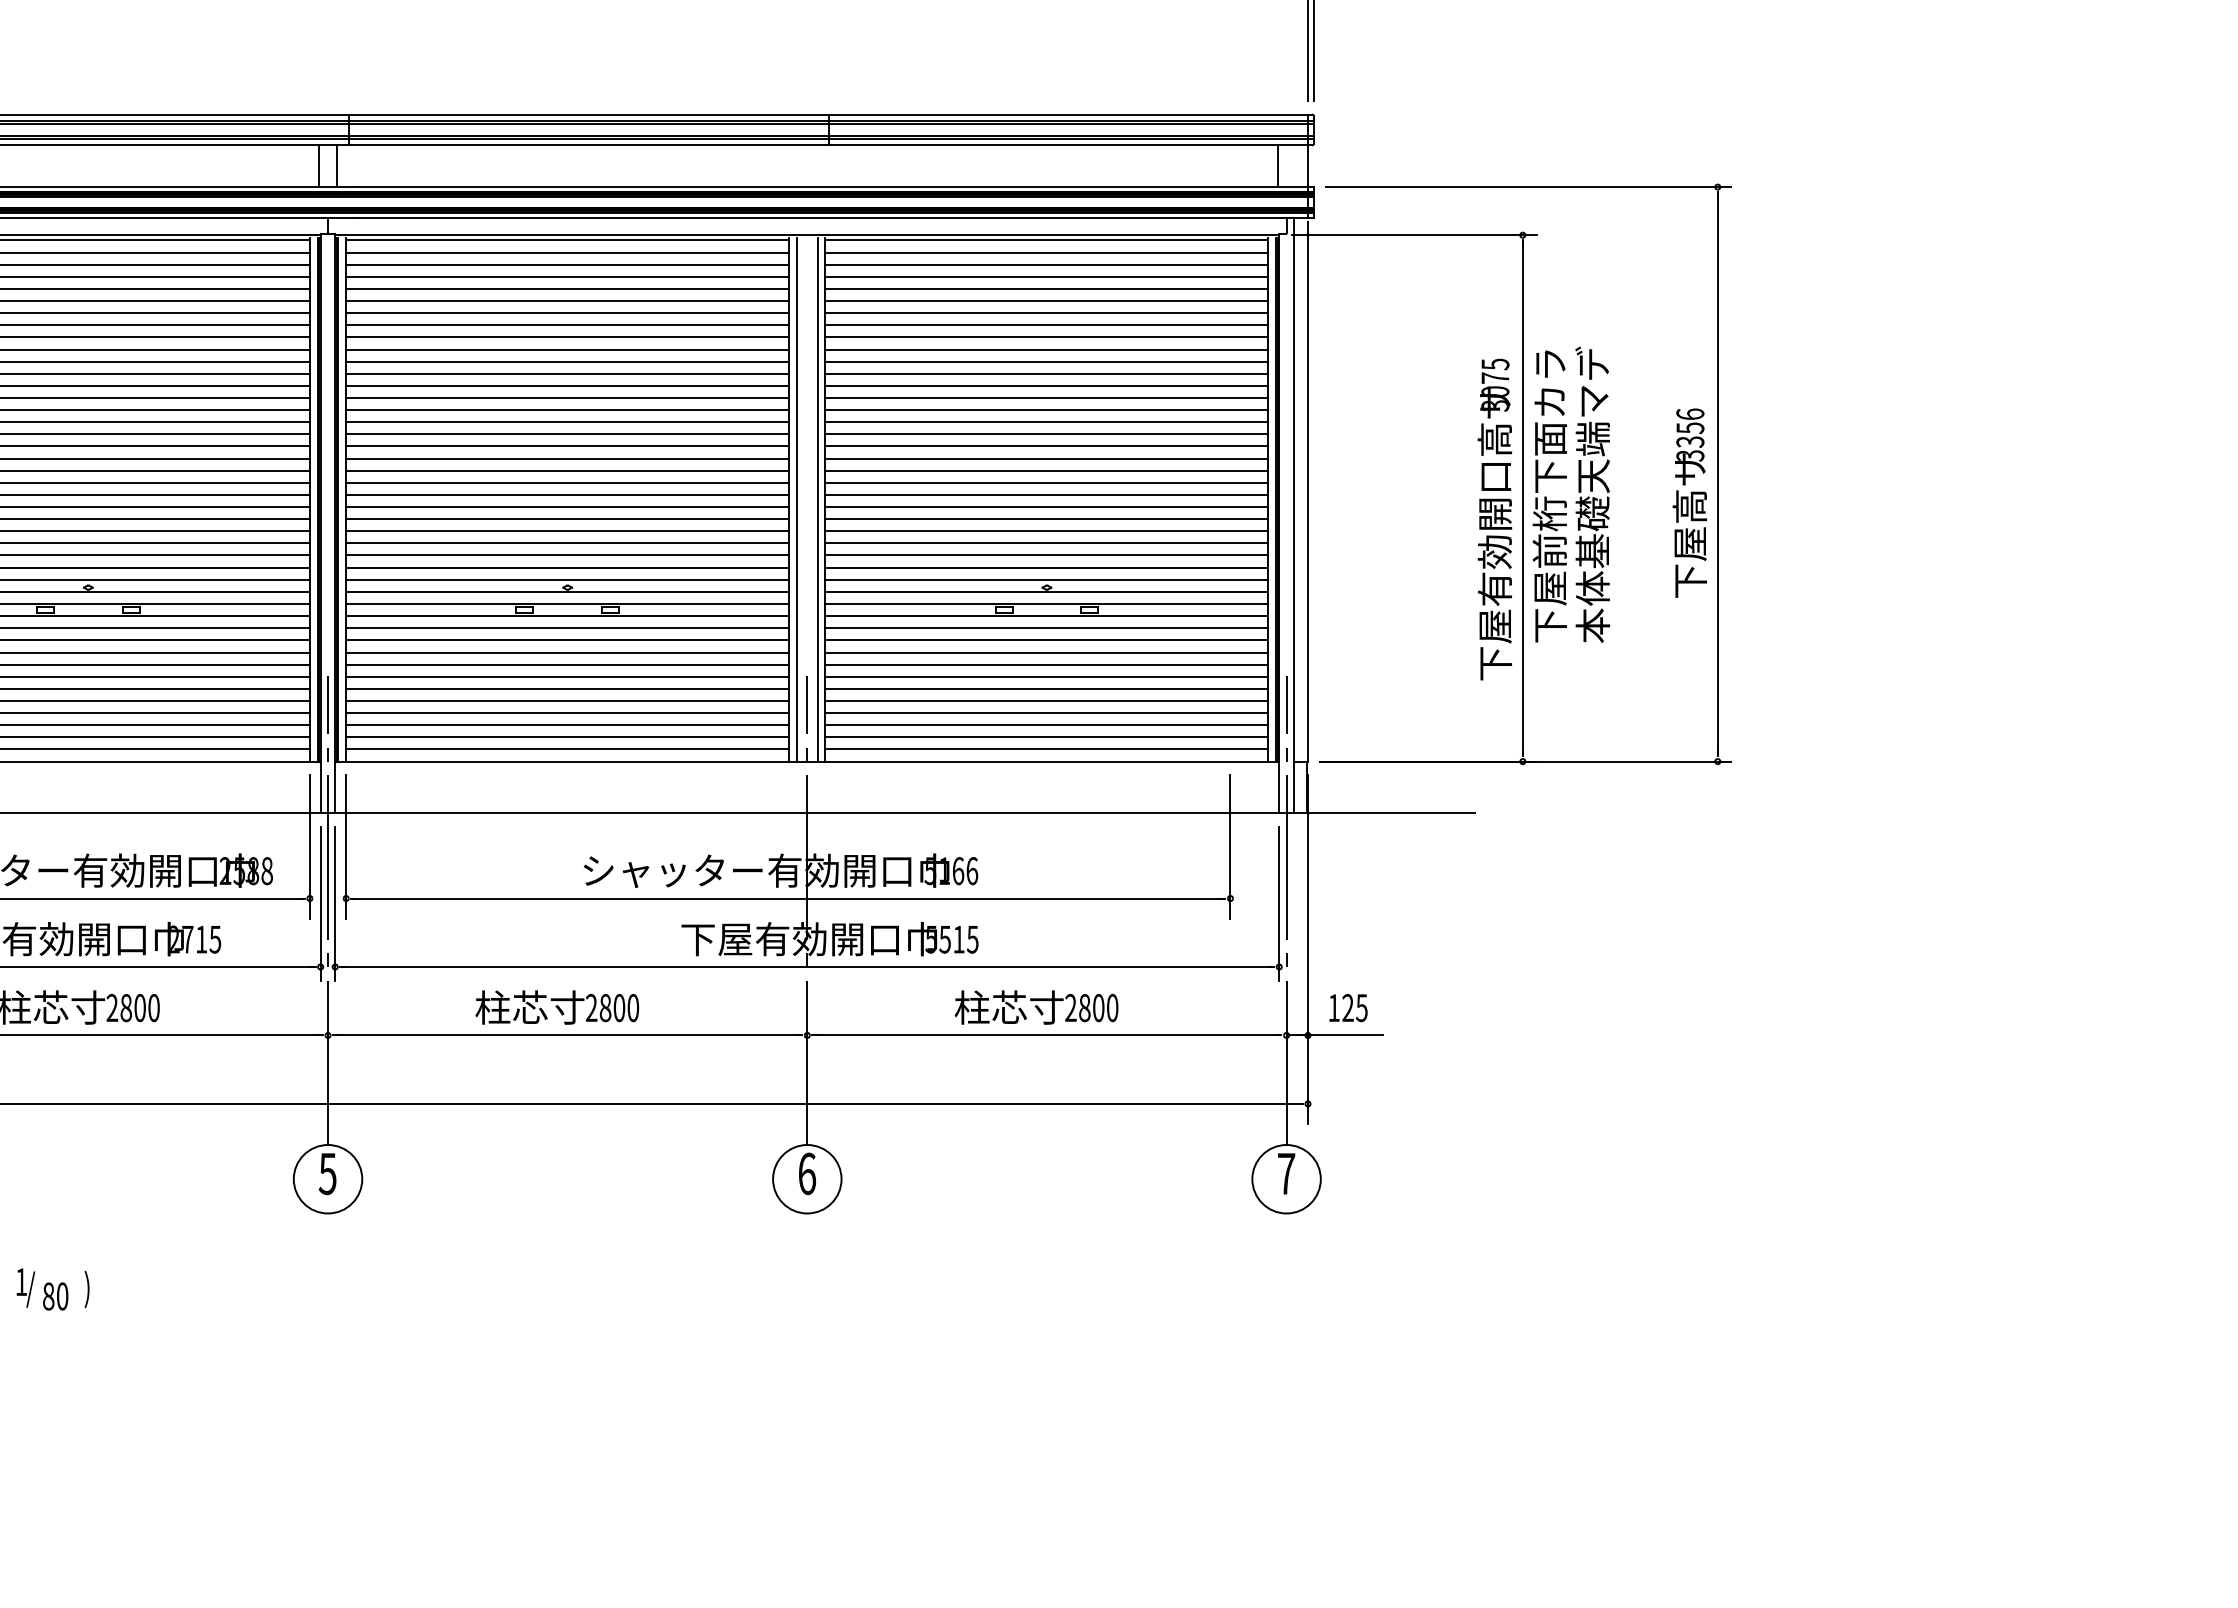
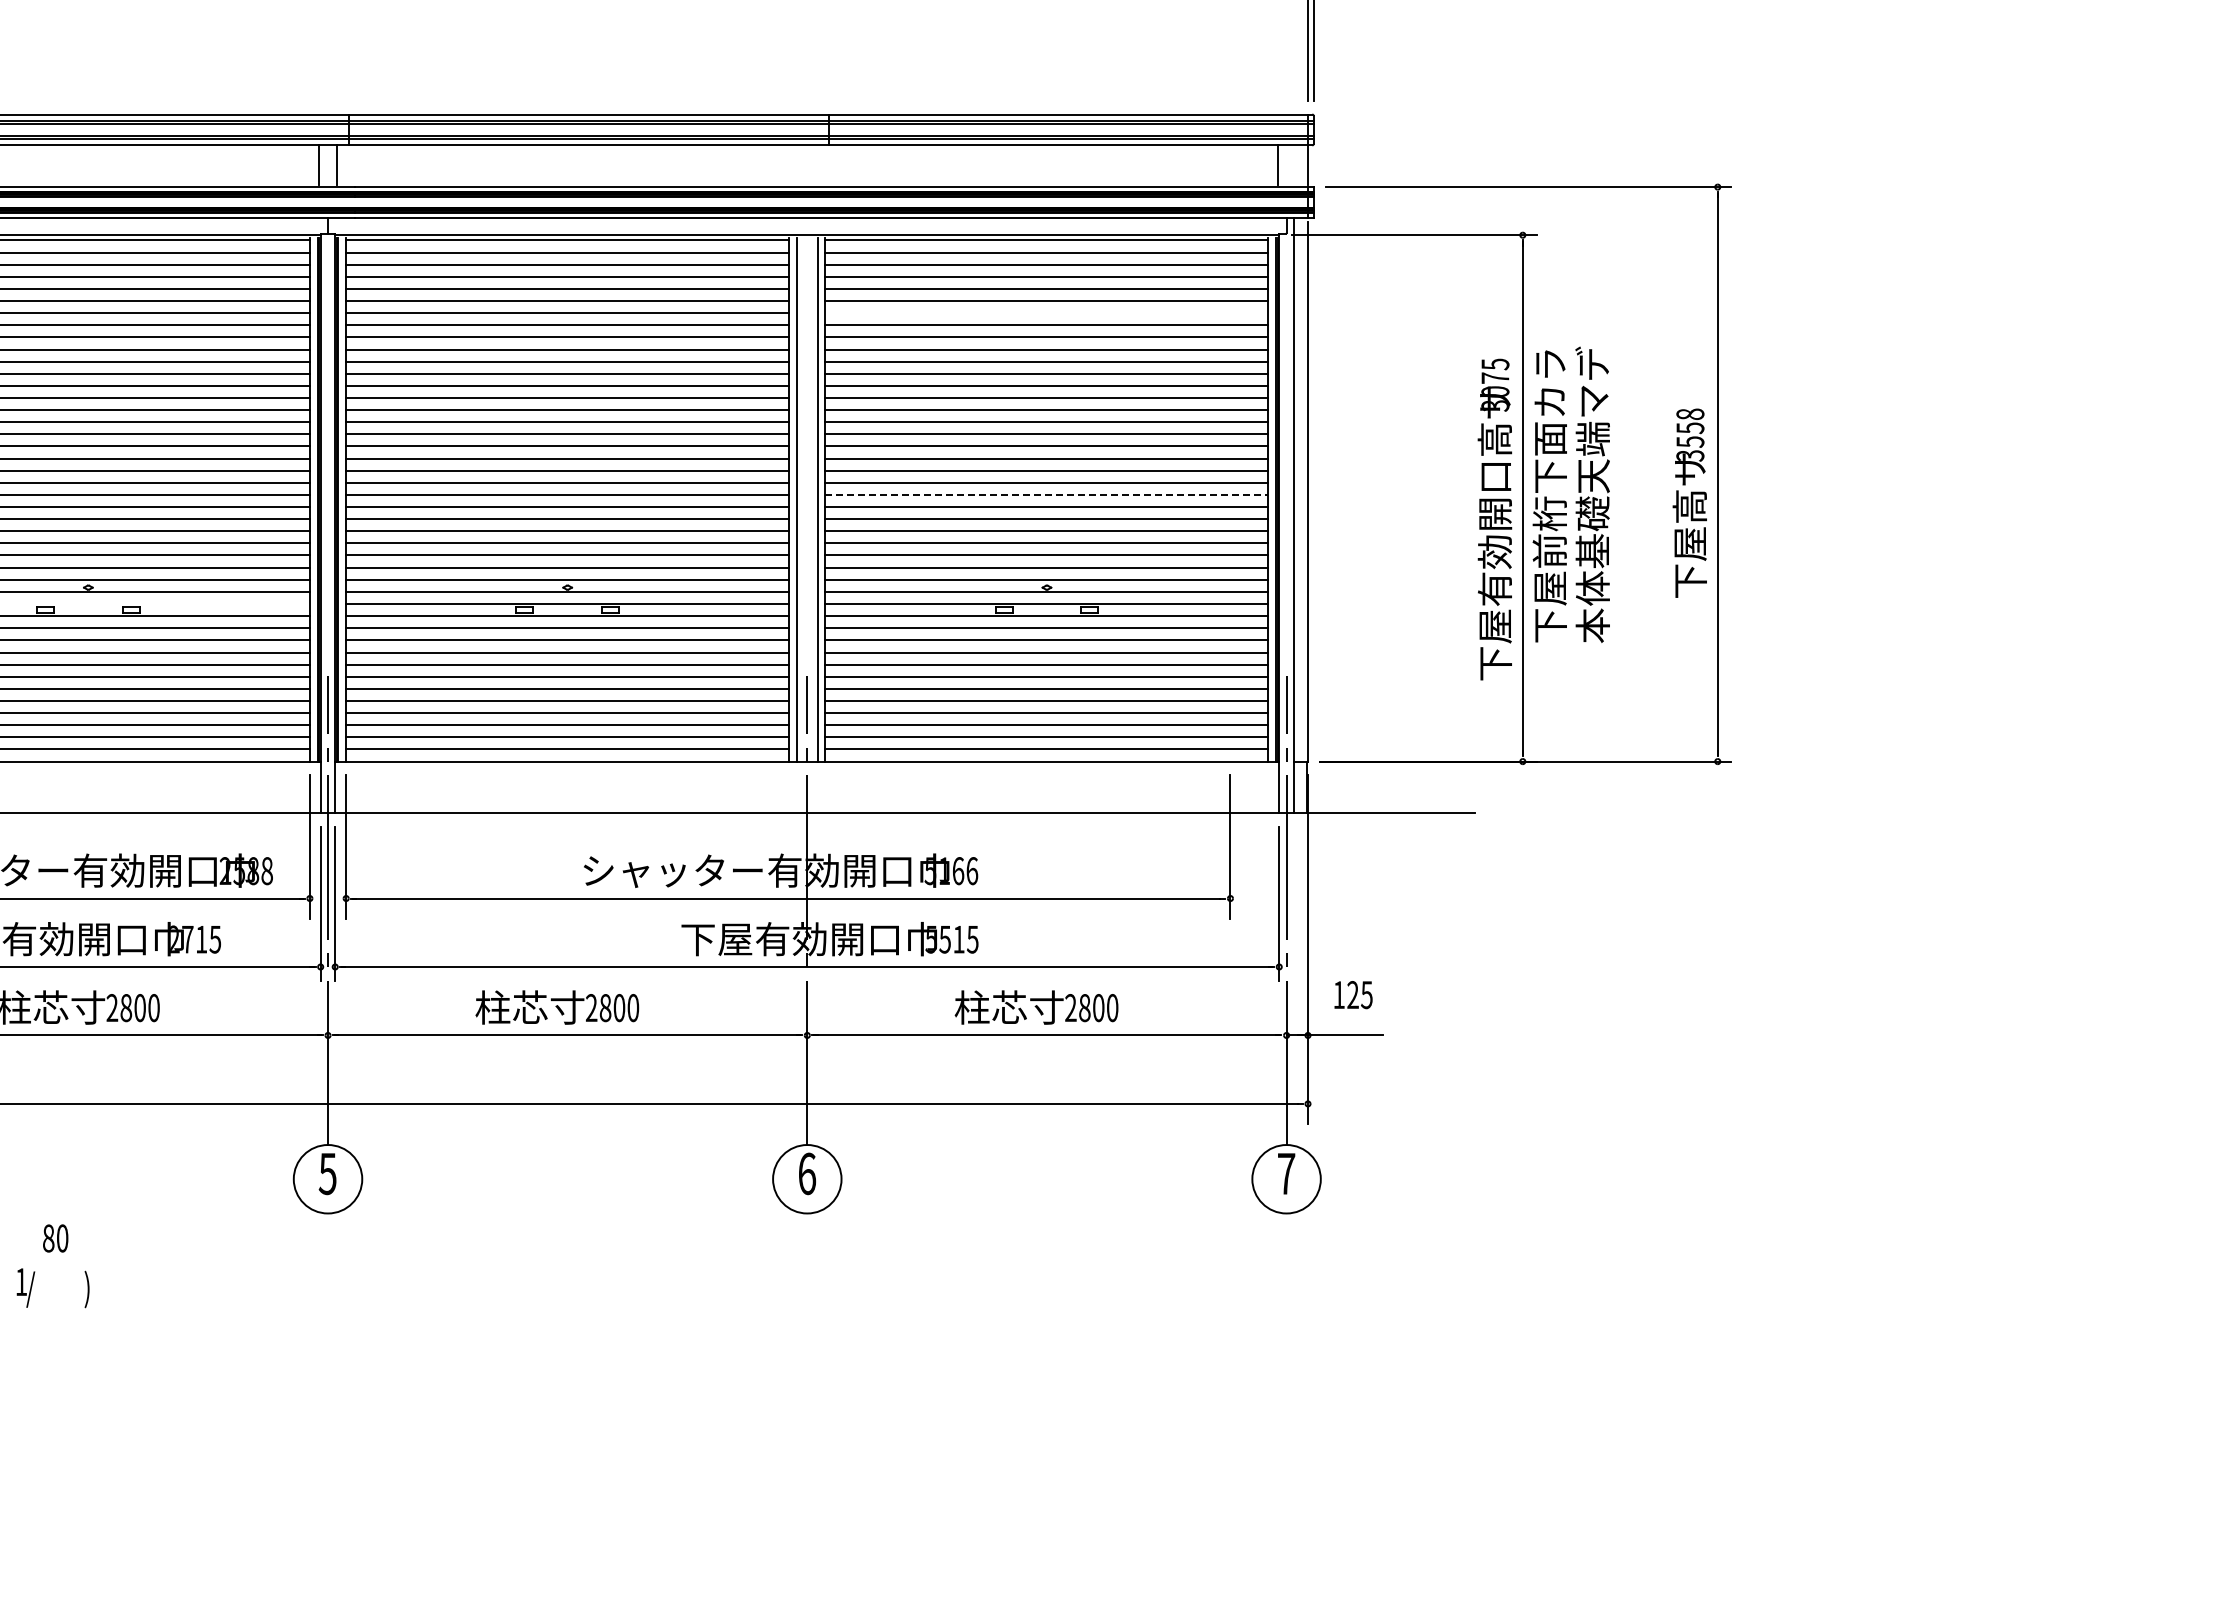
line at (1046, 313): present -> none
text at (1690, 427): 3356 -> 3558
line at (1047, 494): solid -> dashed
line at (155, 603): present -> none
text at (1348, 1008) position: (1348, 1008) -> (1353, 995)
text at (55, 1296) position: (55, 1296) -> (55, 1238)
